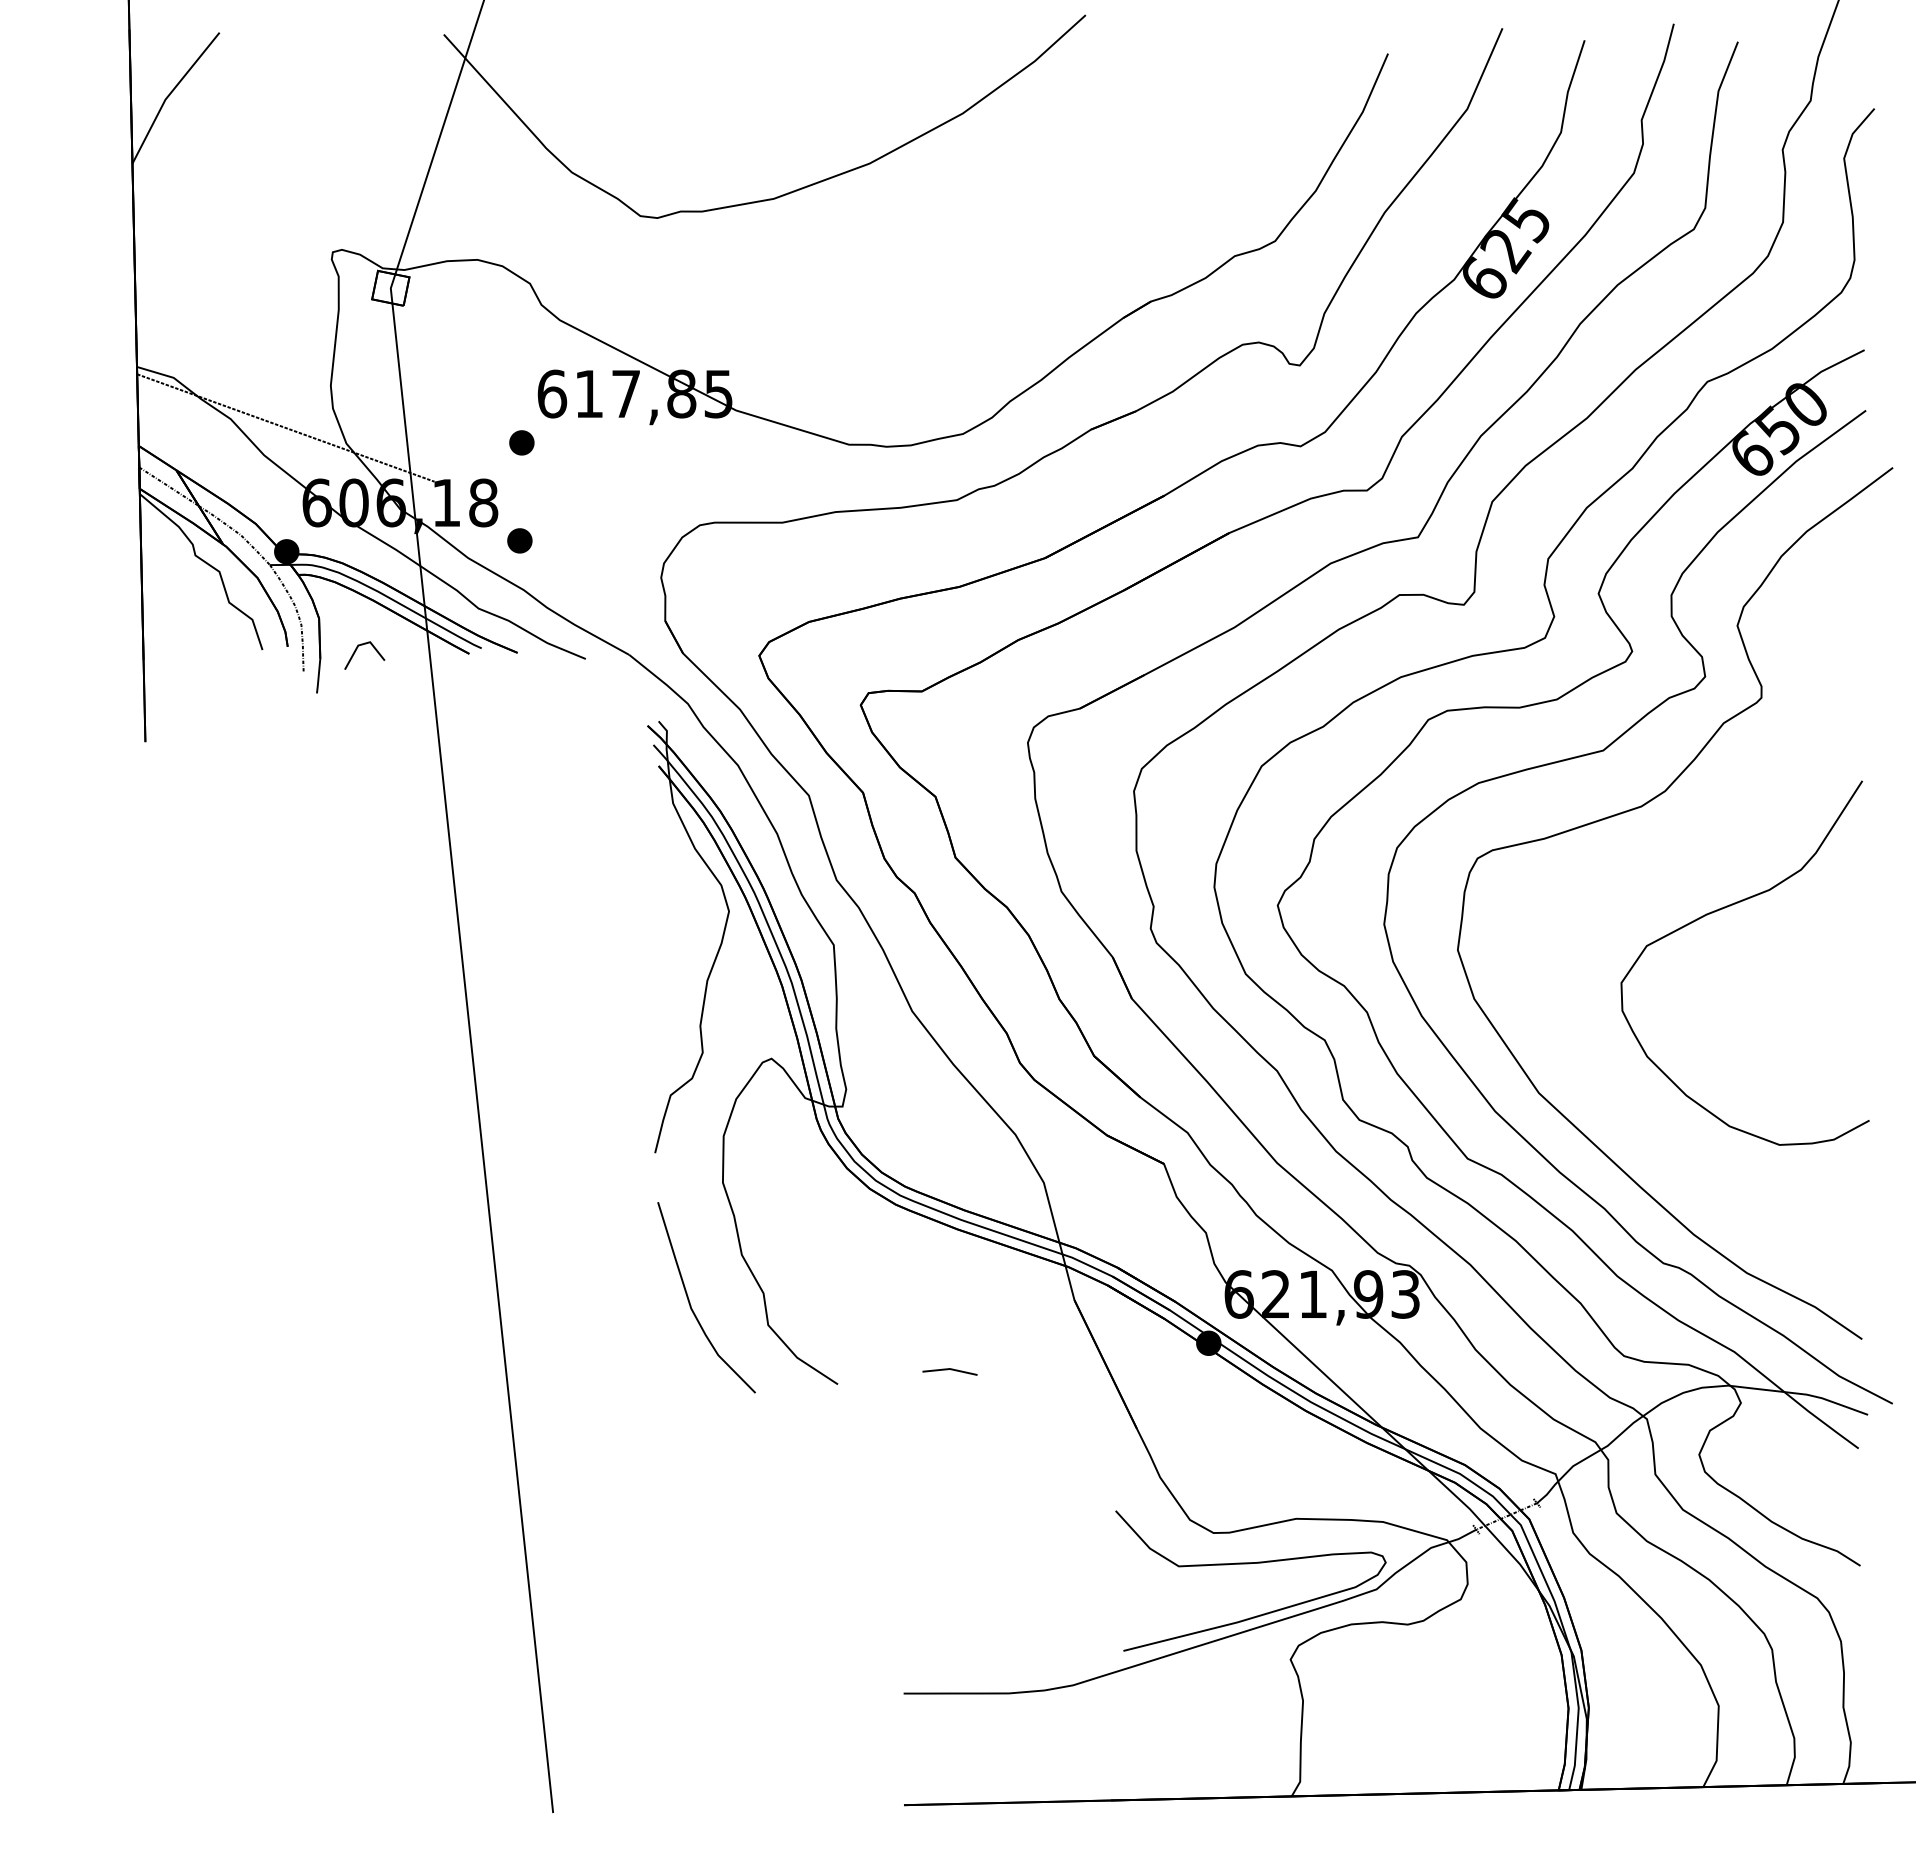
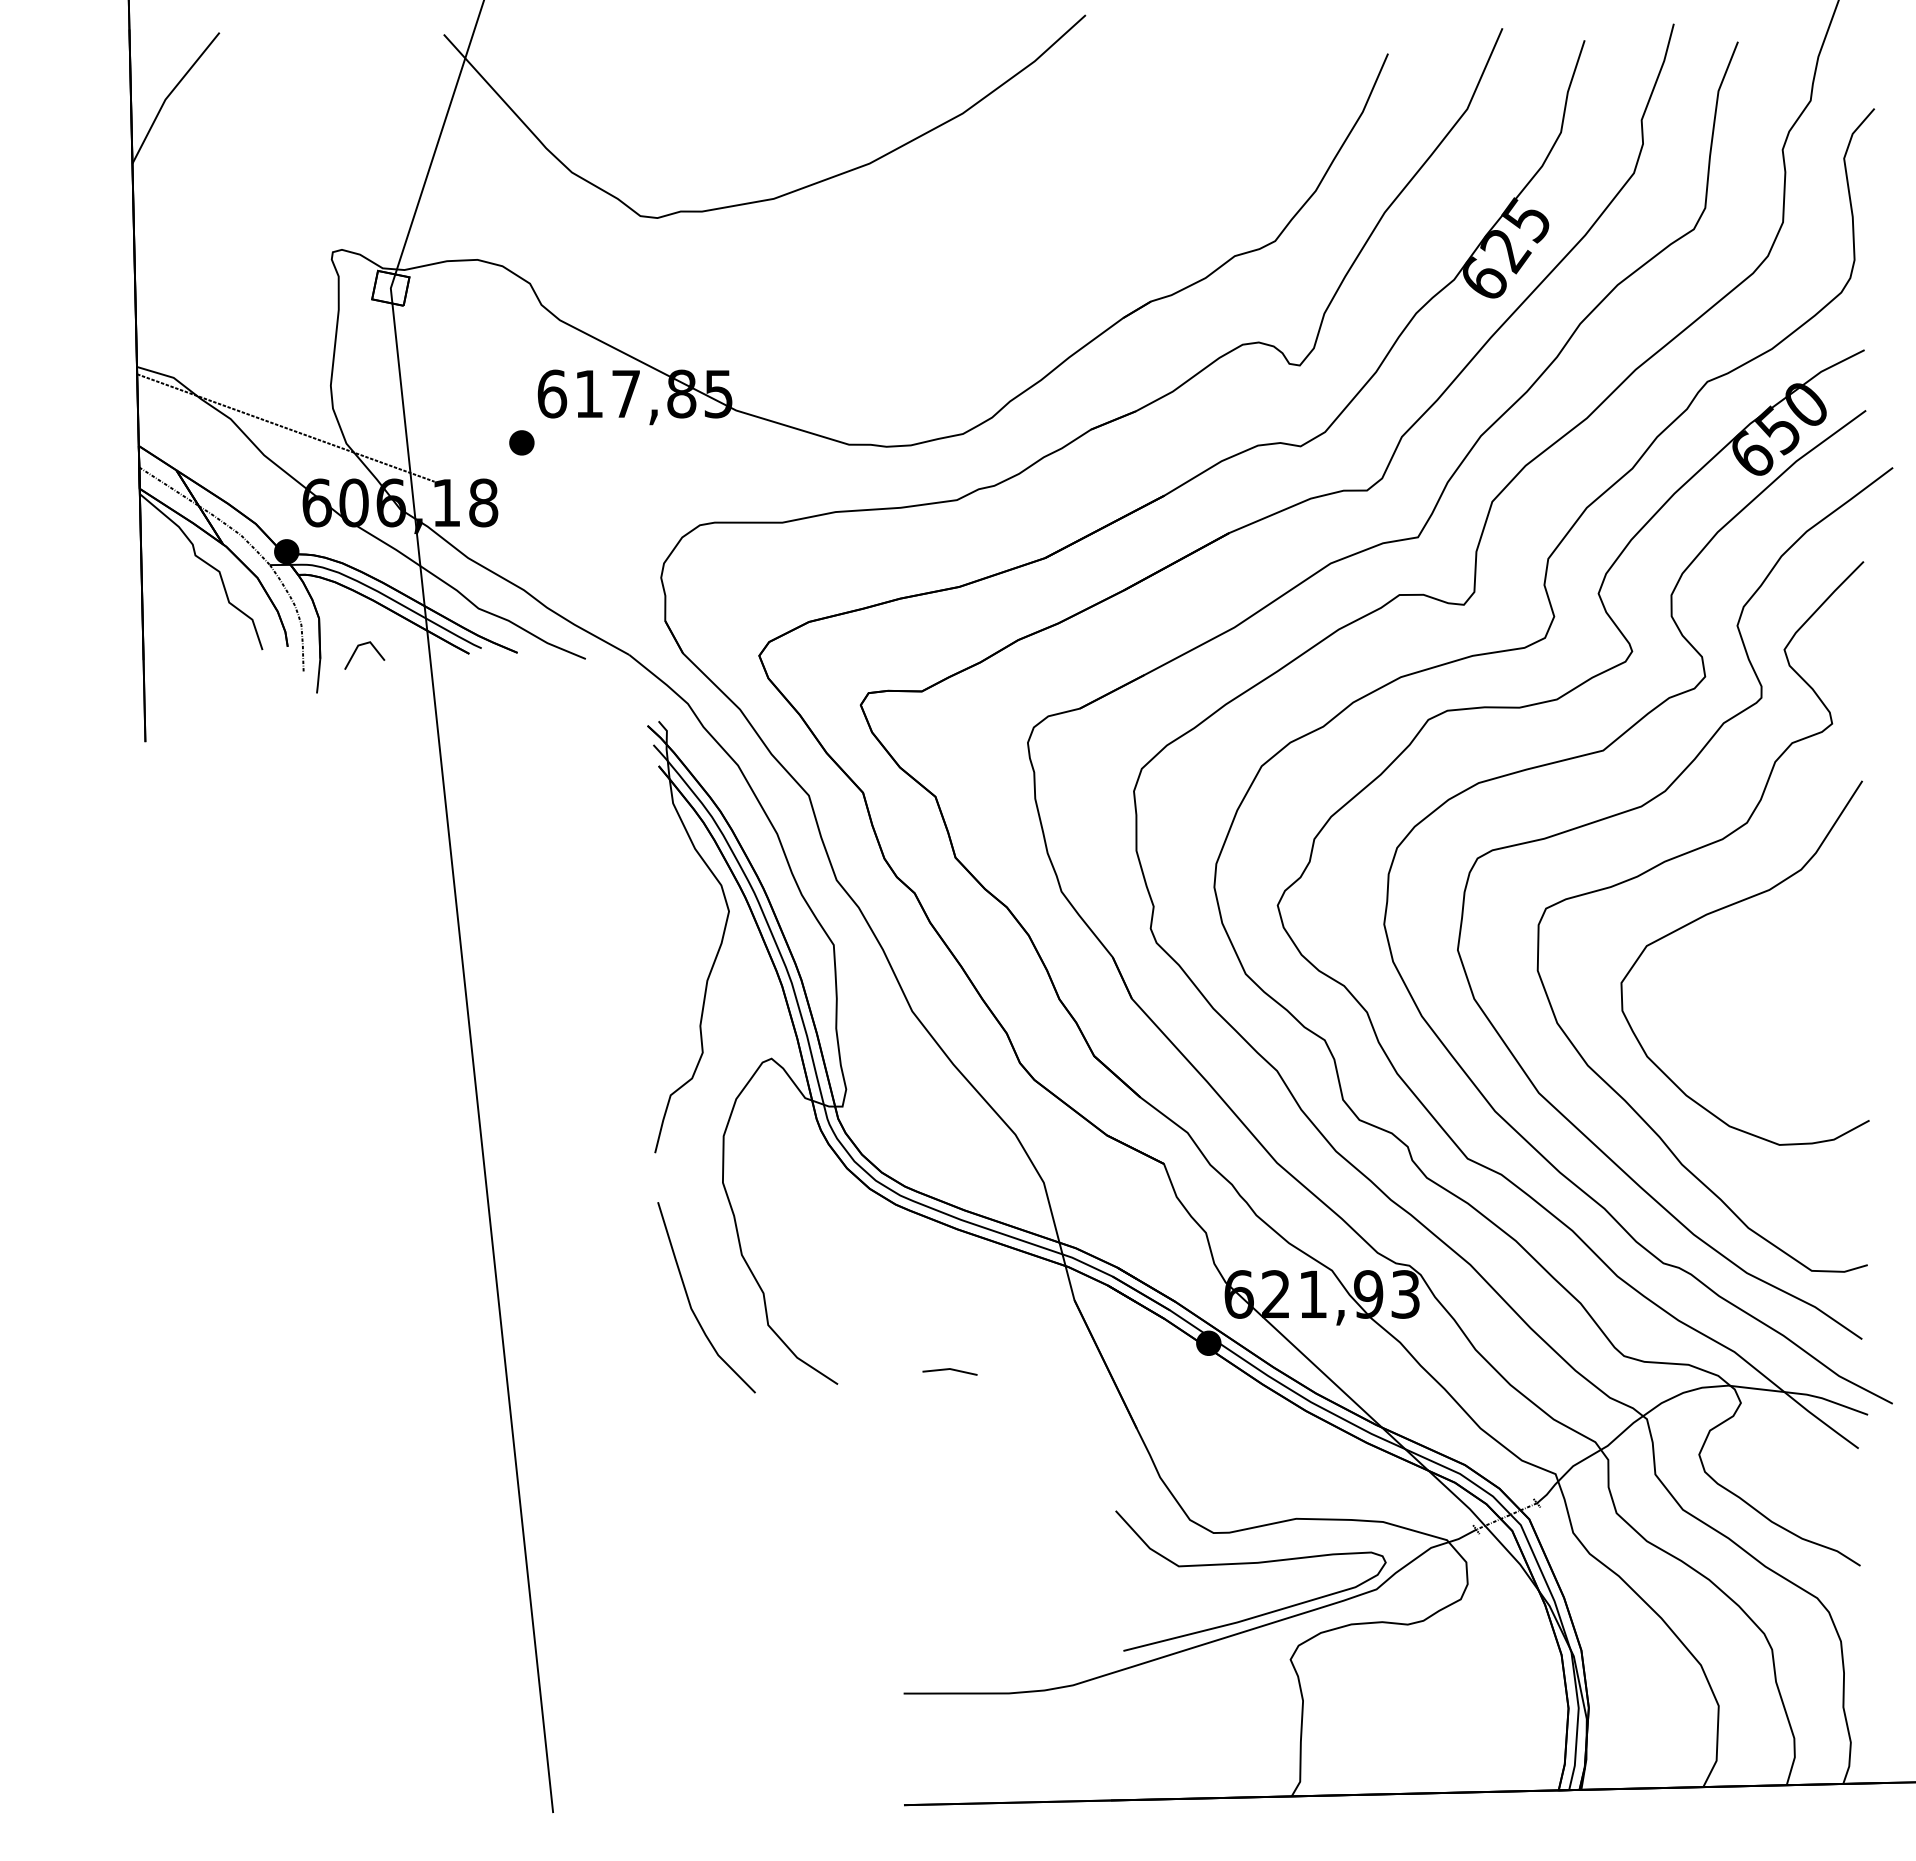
part at (519, 540): present -> none
part at (1676, 858): none -> present
